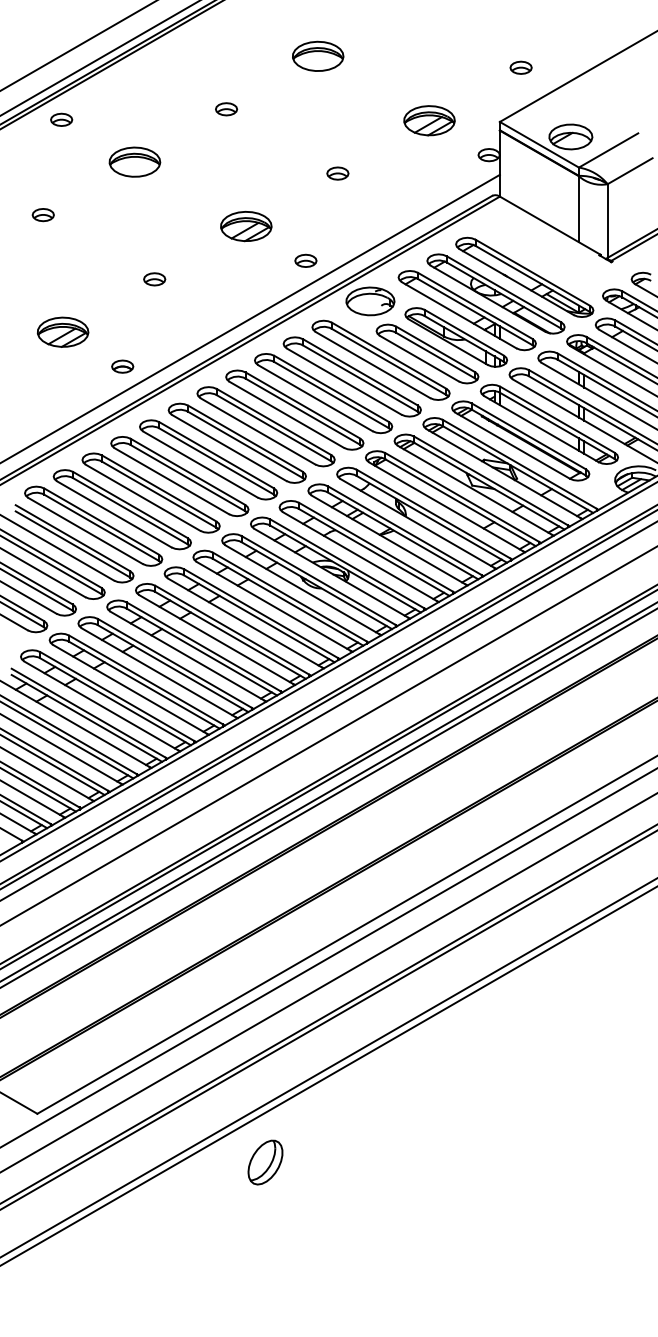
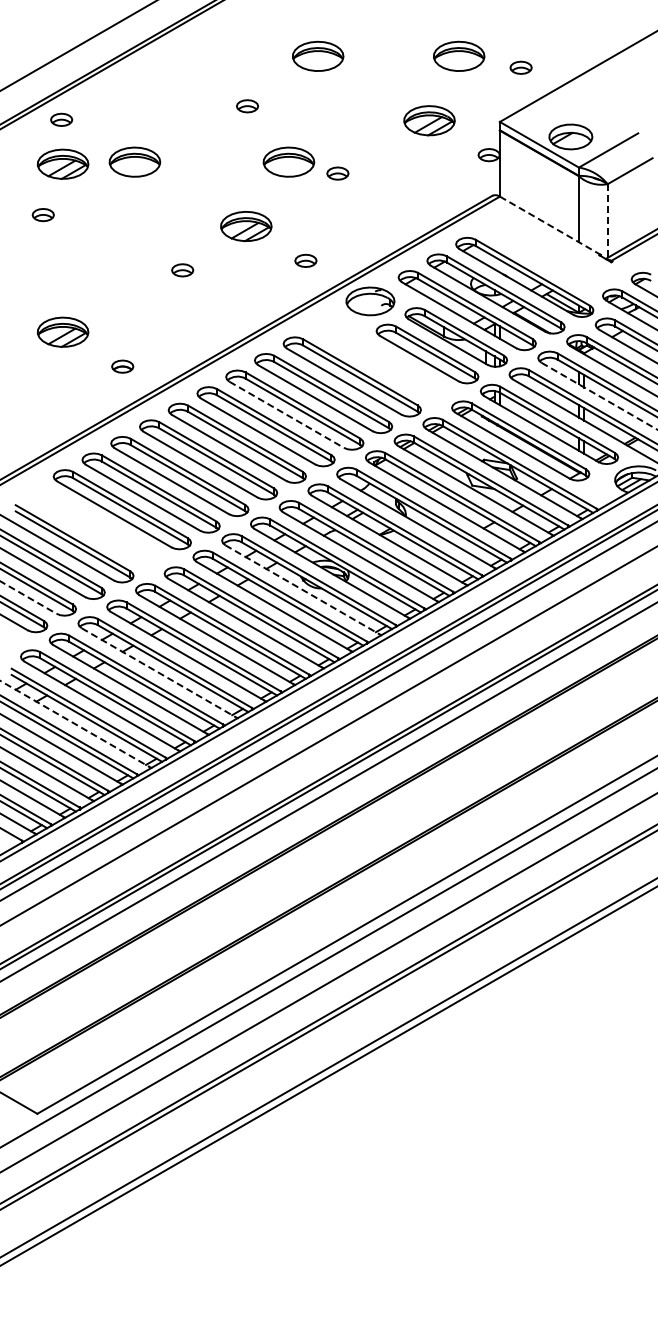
part at (459, 55): none -> present
line at (99, 58): present -> none
part at (226, 109) position: (226, 109) -> (247, 106)
part at (288, 161): none -> present
part at (62, 163): none -> present
line at (607, 221): solid -> dashed
line at (550, 225): solid -> dashed
part at (154, 279) position: (154, 279) -> (182, 270)
line at (250, 317): present -> none
part at (380, 359): present -> none
line at (599, 396): solid -> dashed
line at (287, 415): solid -> dashed
part at (93, 525): present -> none
line at (302, 589): solid -> dashed
line at (29, 597): solid -> dashed
line at (158, 672): solid -> dashed
line at (75, 724): solid -> dashed
line at (328, 798): present -> none
part at (265, 1162): present -> none
